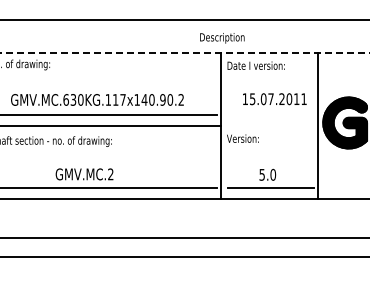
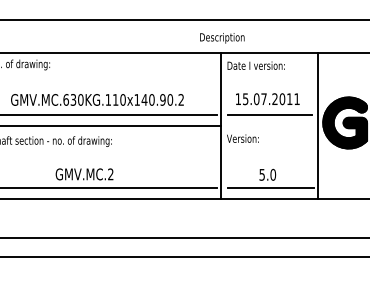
line at (184, 53): dashed -> solid
text at (122, 99): GMV.MC.630KG.117x140.90.2 -> GMV.MC.630KG.110x140.90.2
text at (274, 99) position: (274, 99) -> (267, 99)
line at (270, 114): none -> present
